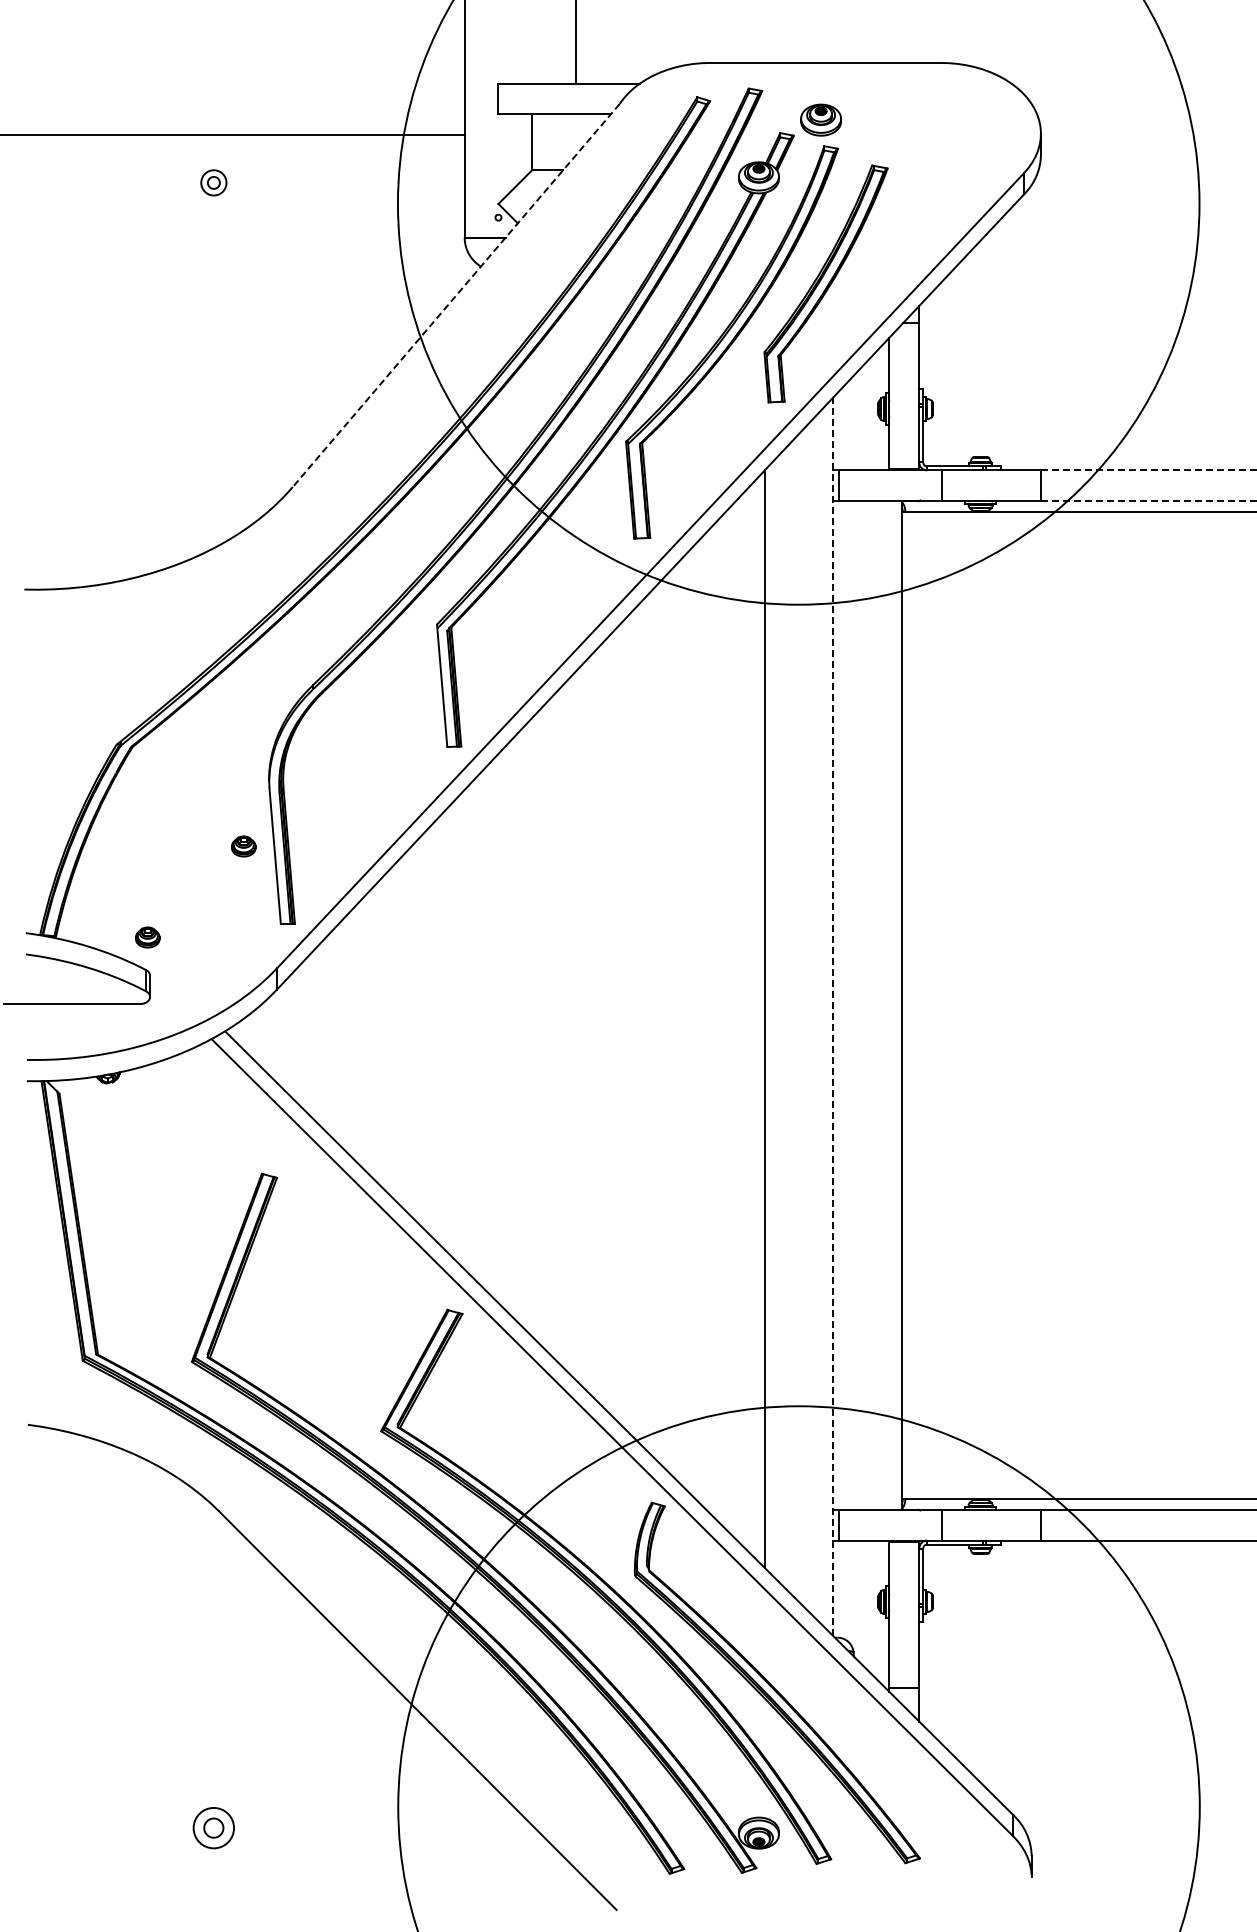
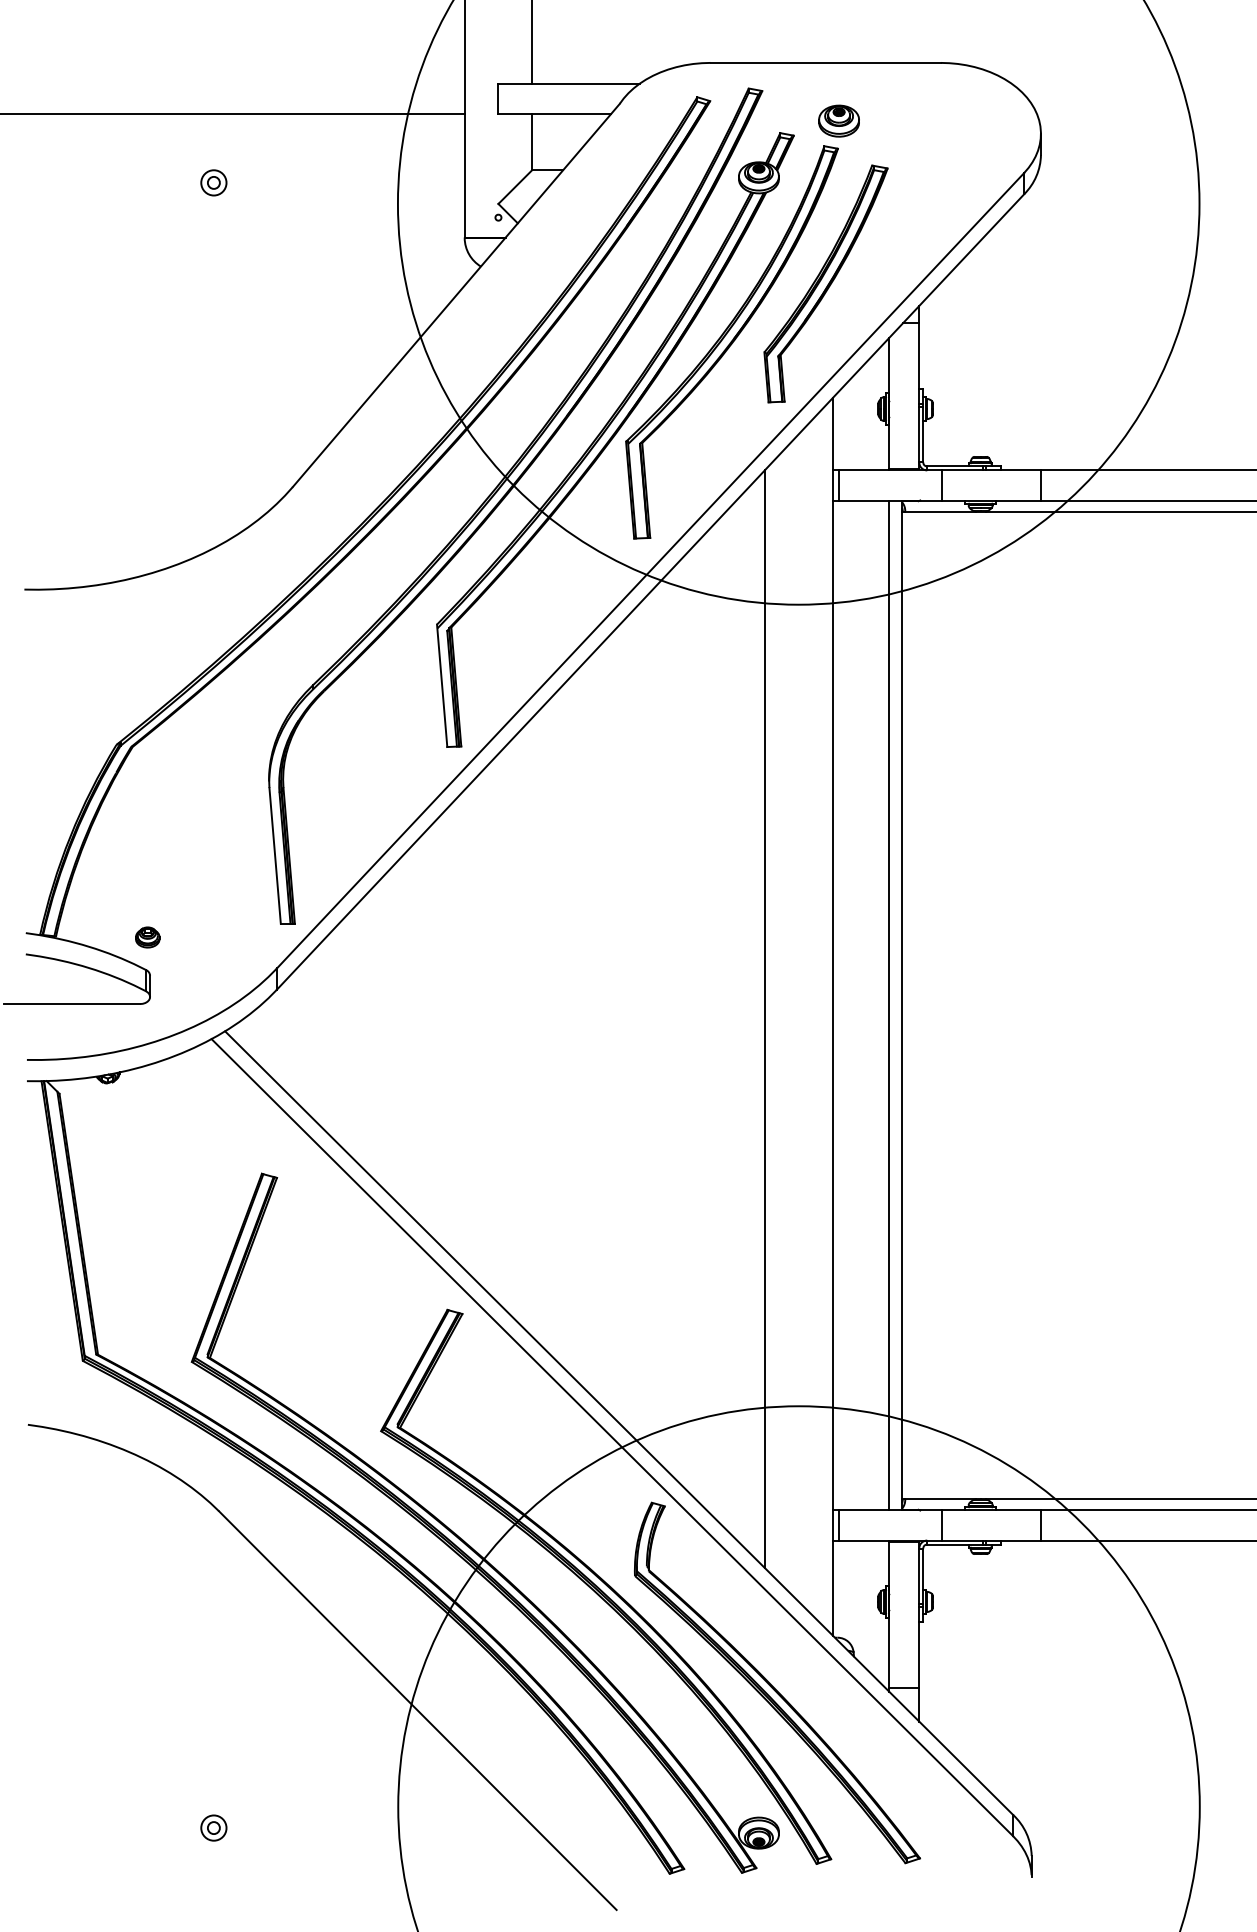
line at (576, 42) position: (576, 42) -> (532, 42)
part at (820, 119) position: (820, 119) -> (838, 120)
line at (233, 134) position: (233, 134) -> (233, 113)
line at (456, 295): dashed -> solid
line at (1148, 470): dashed -> solid
line at (1148, 500): dashed -> solid
part at (243, 846): present -> none
line at (889, 1005): none -> present
line at (832, 1016): dashed -> solid
part at (213, 1828) size: 43x43 px -> 28x28 px
